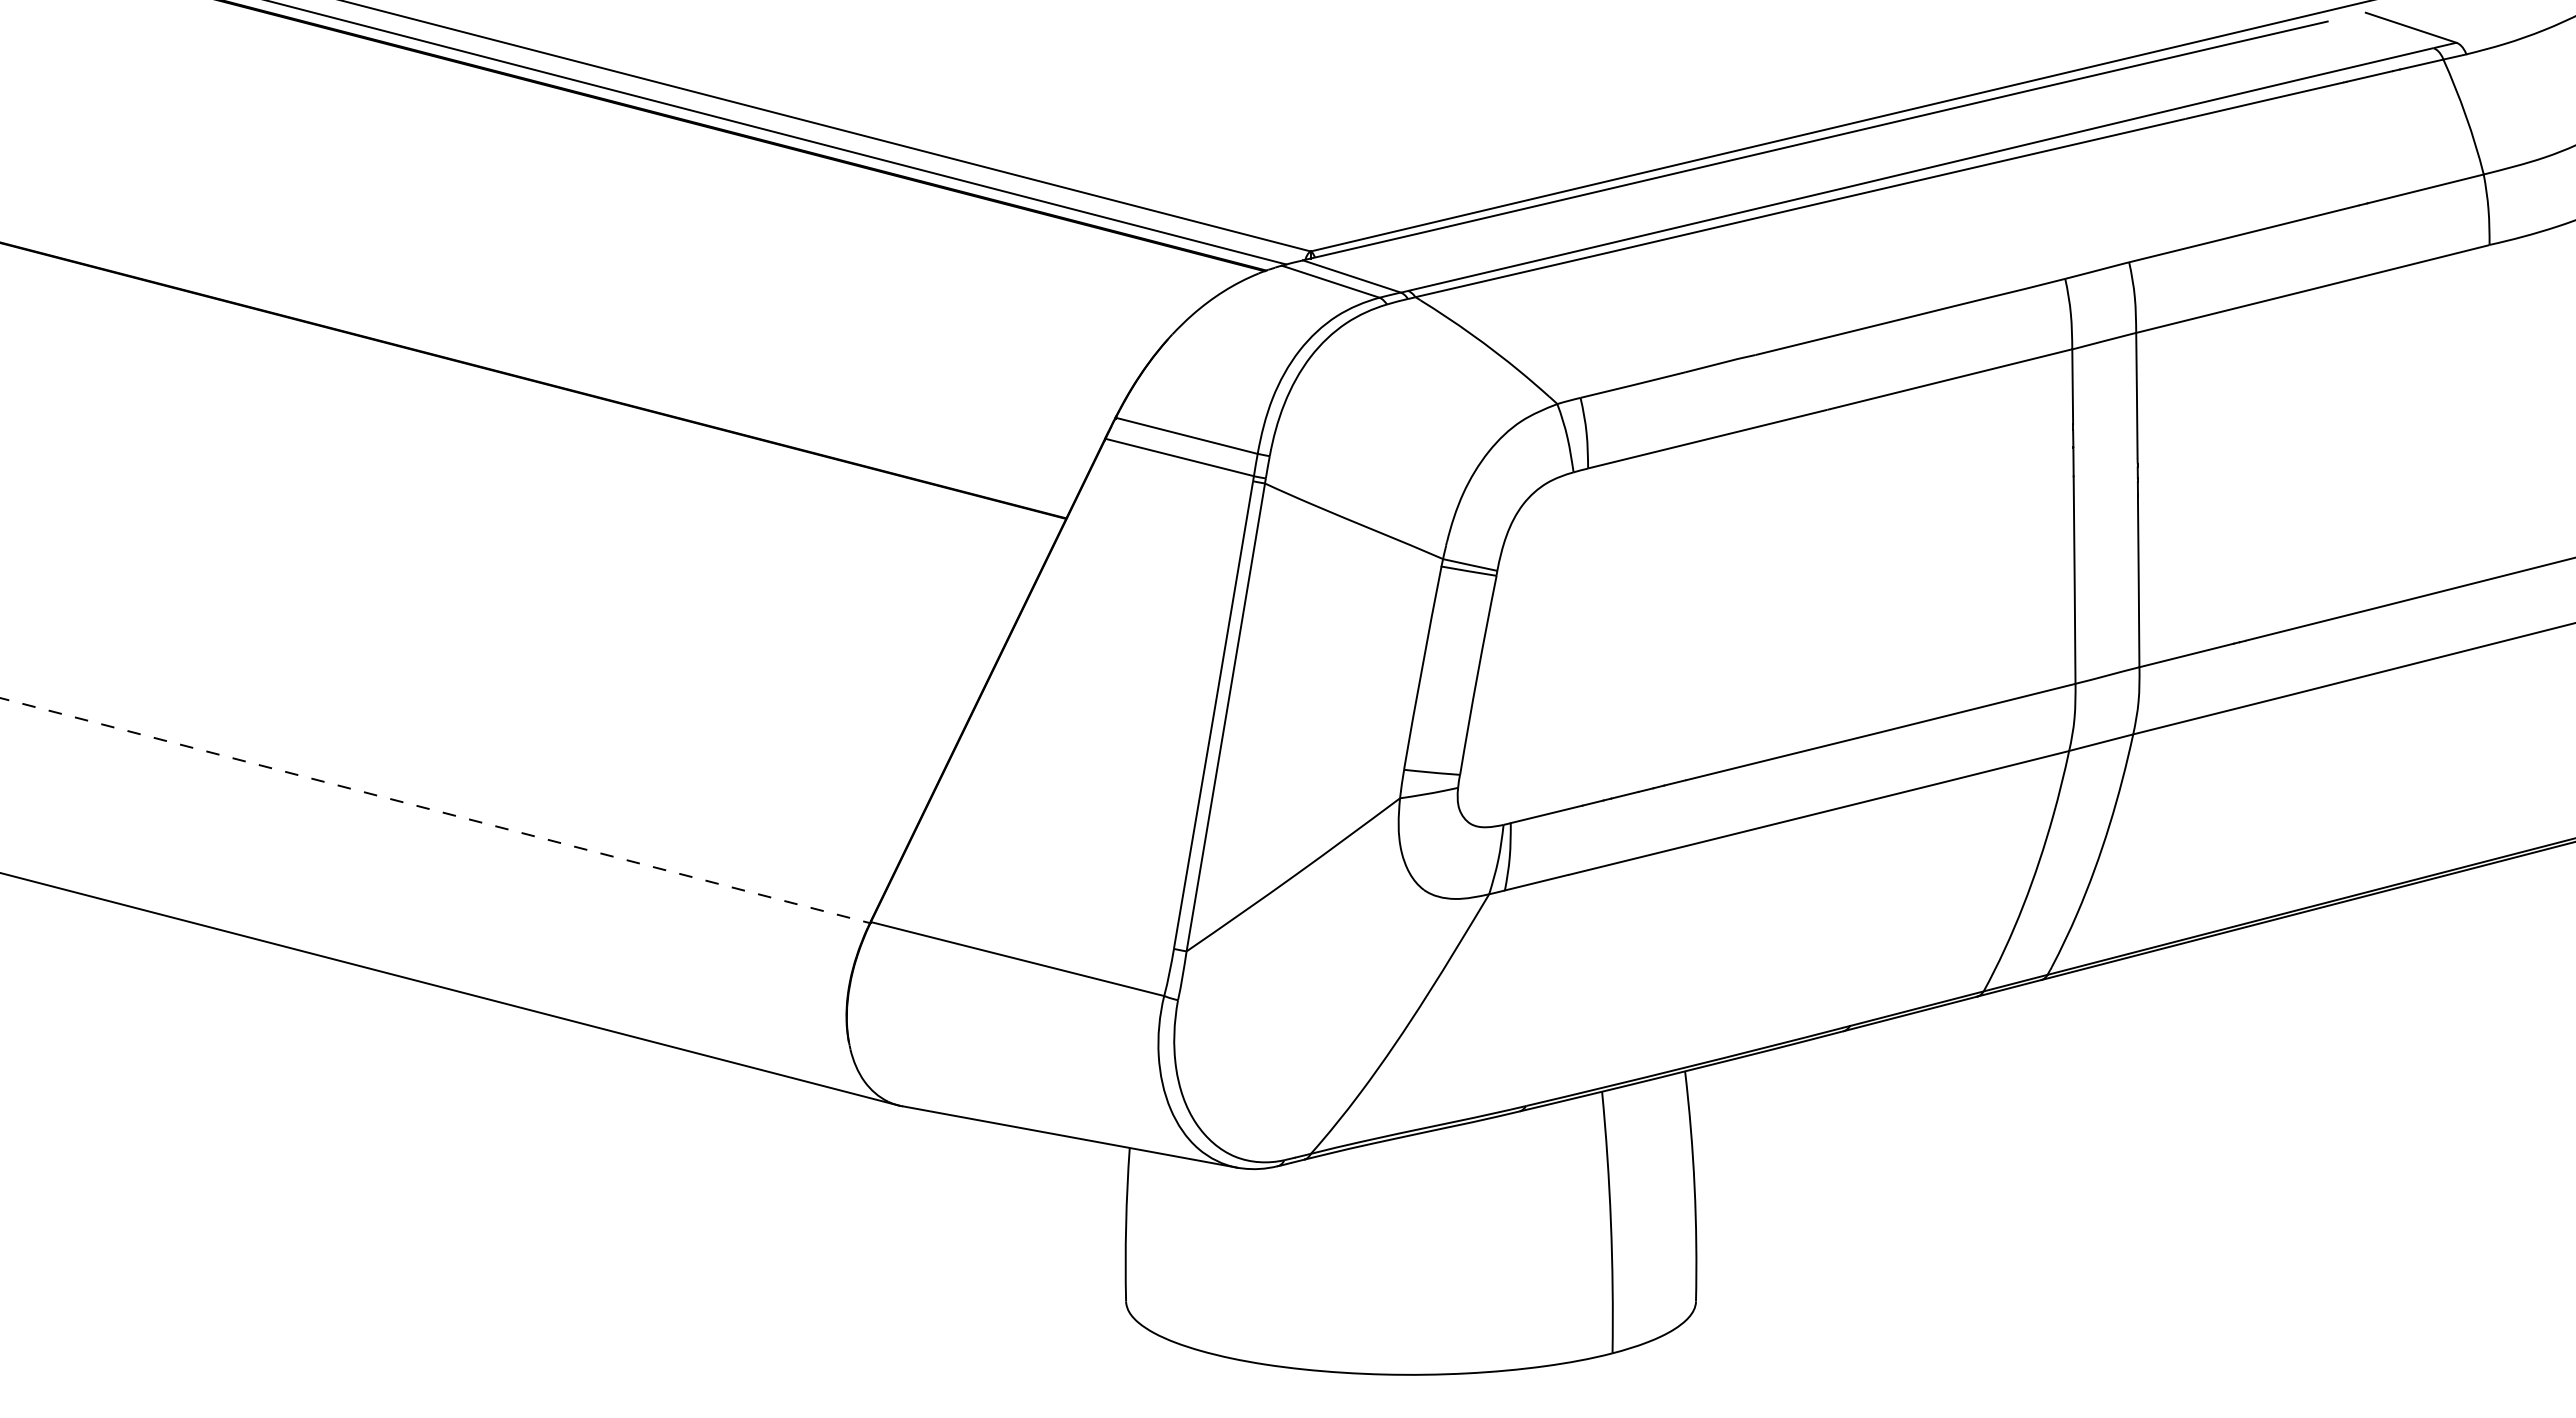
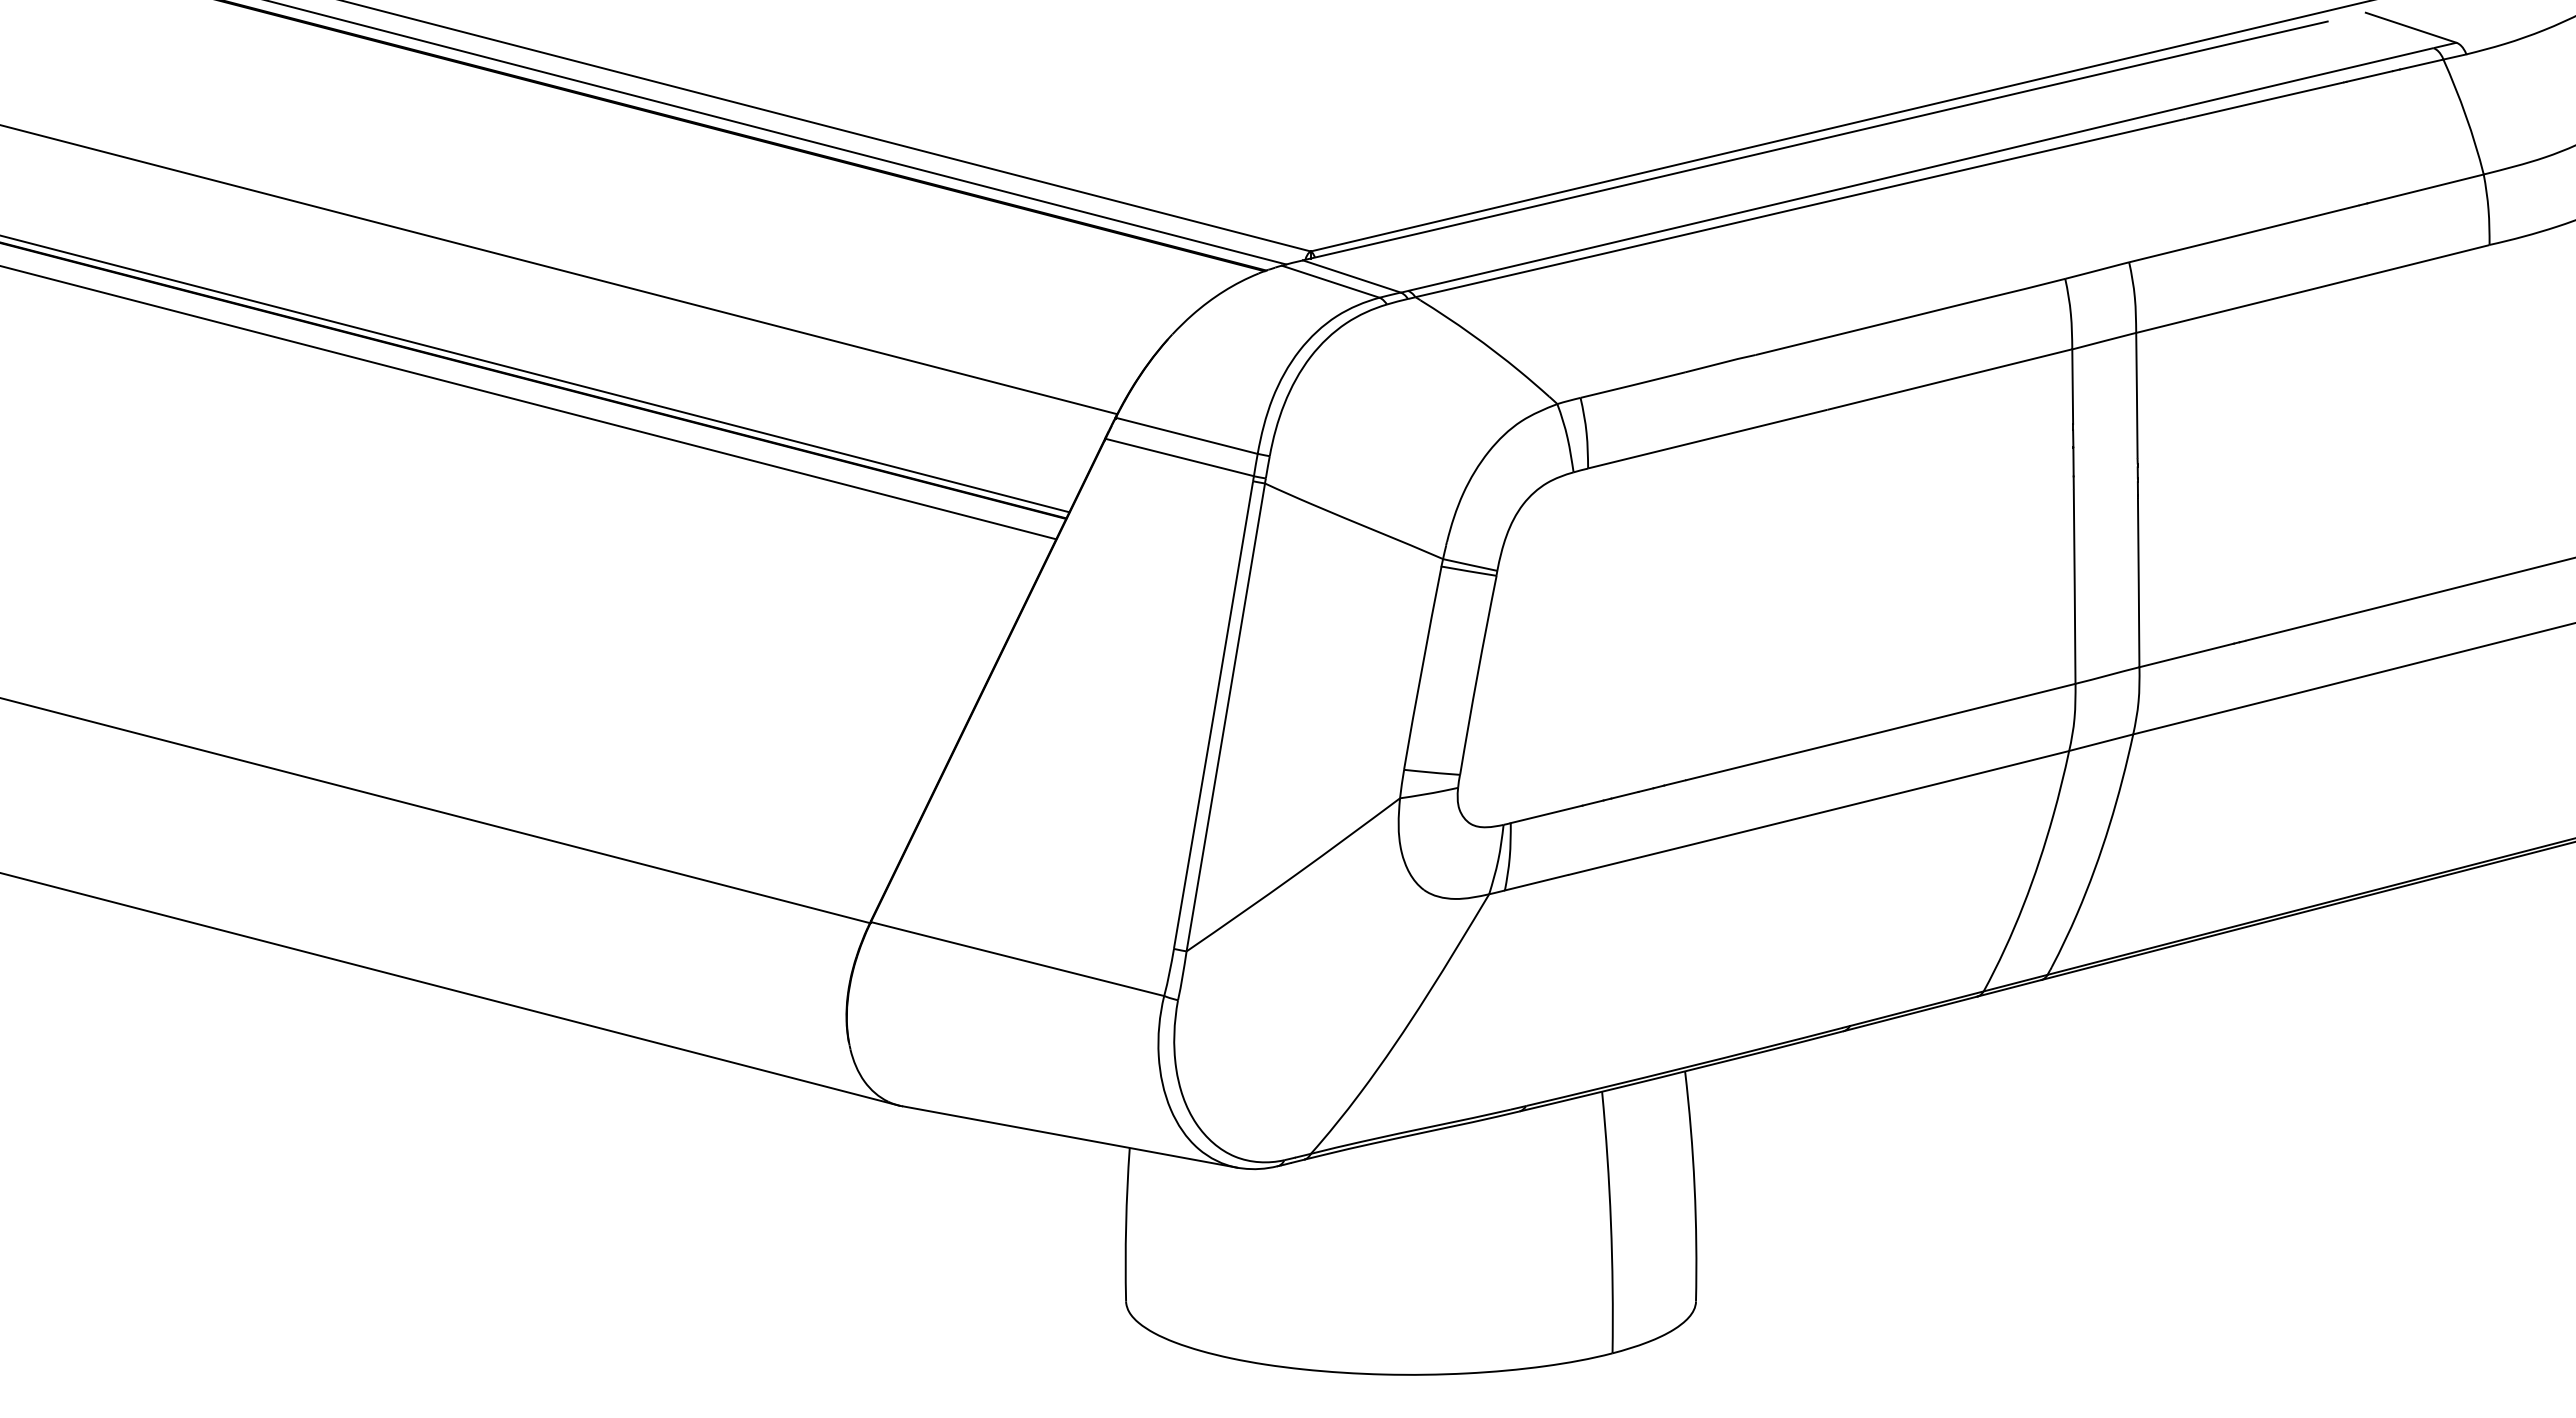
line at (559, 269): none -> present
line at (535, 374): none -> present
line at (529, 402): none -> present
line at (435, 810): dashed -> solid
